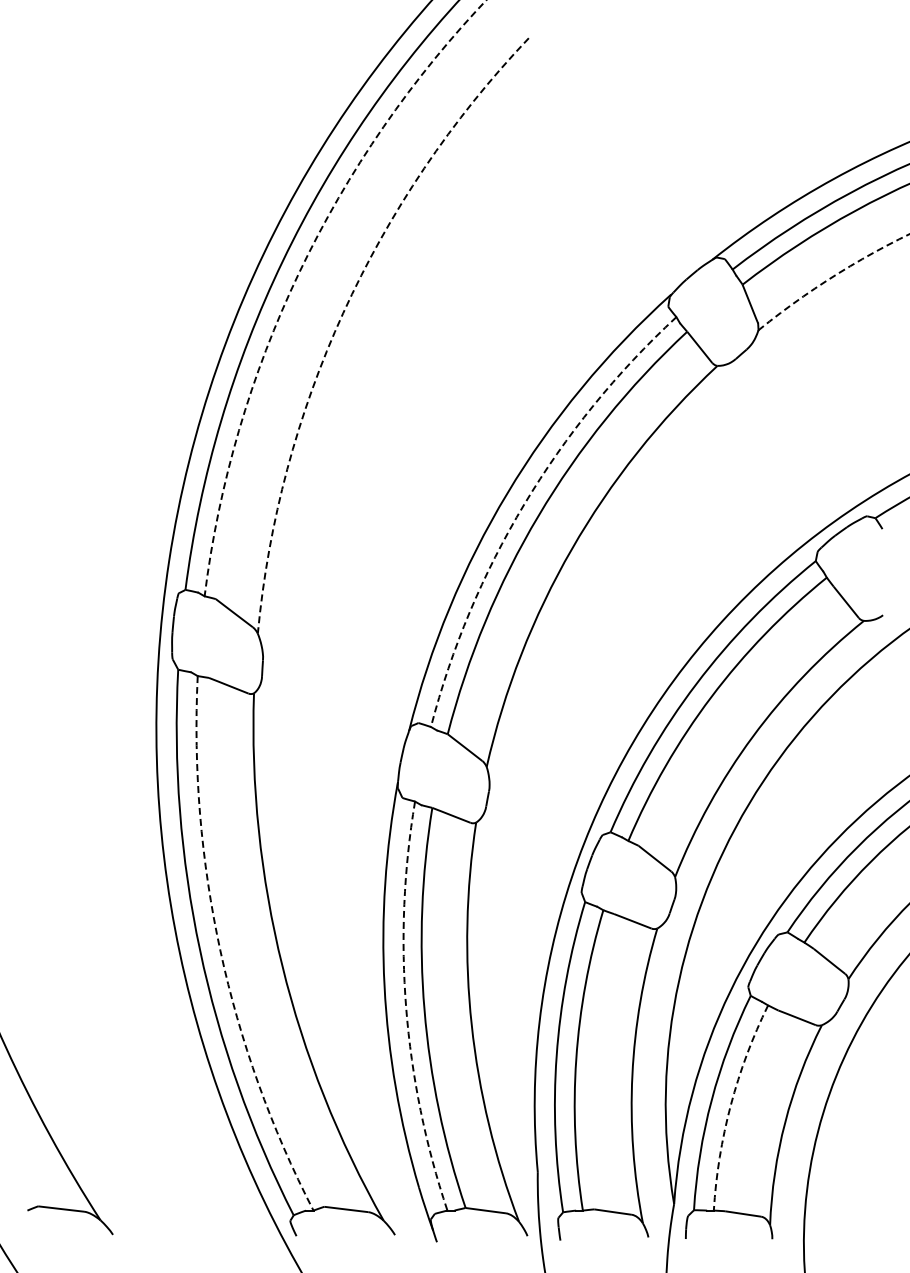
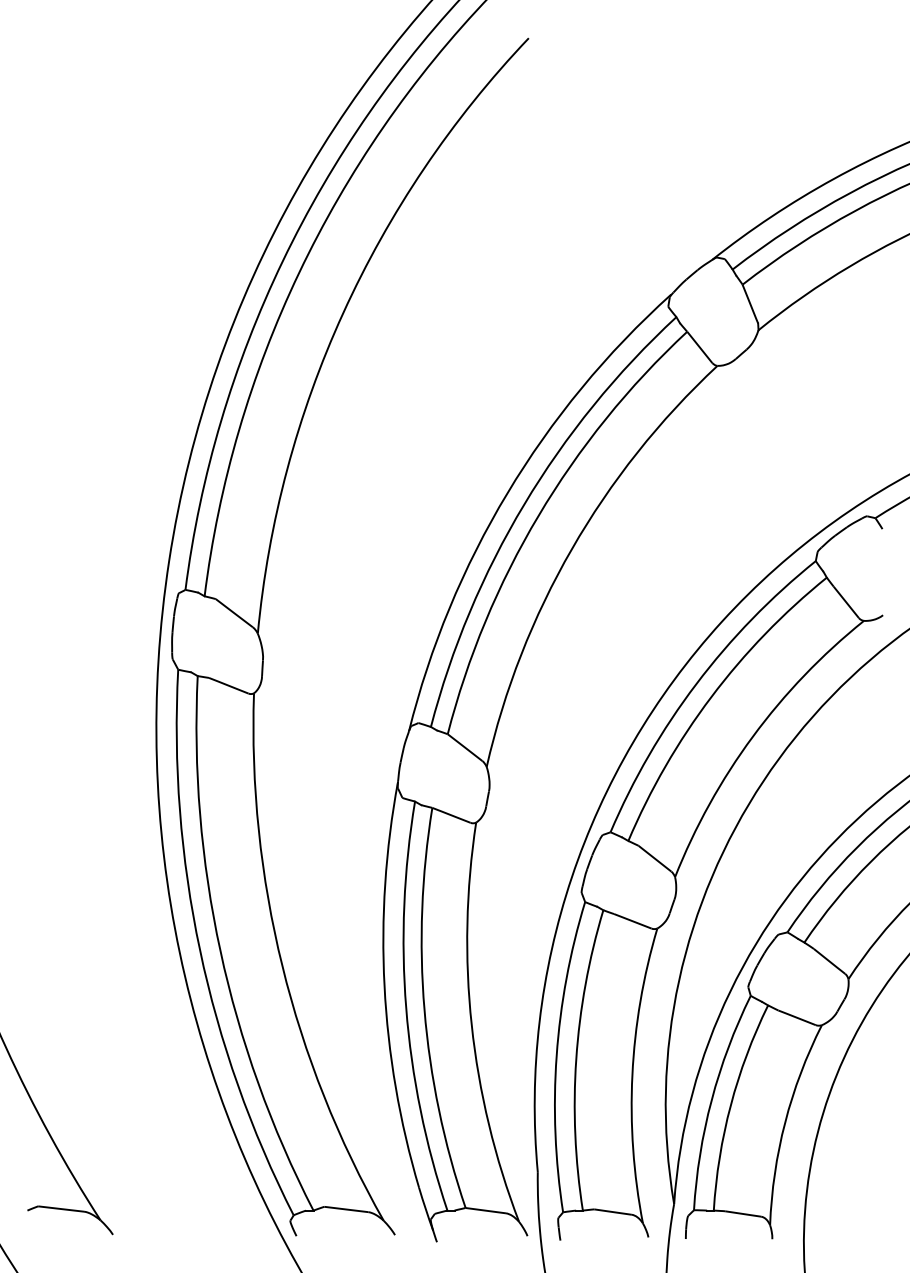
arc at (297, 275): dashed -> solid
arc at (830, 278): dashed -> solid
arc at (343, 313): dashed -> solid
arc at (524, 504): dashed -> solid
arc at (220, 950): dashed -> solid
arc at (406, 1008): dashed -> solid
arc at (730, 1105): dashed -> solid
